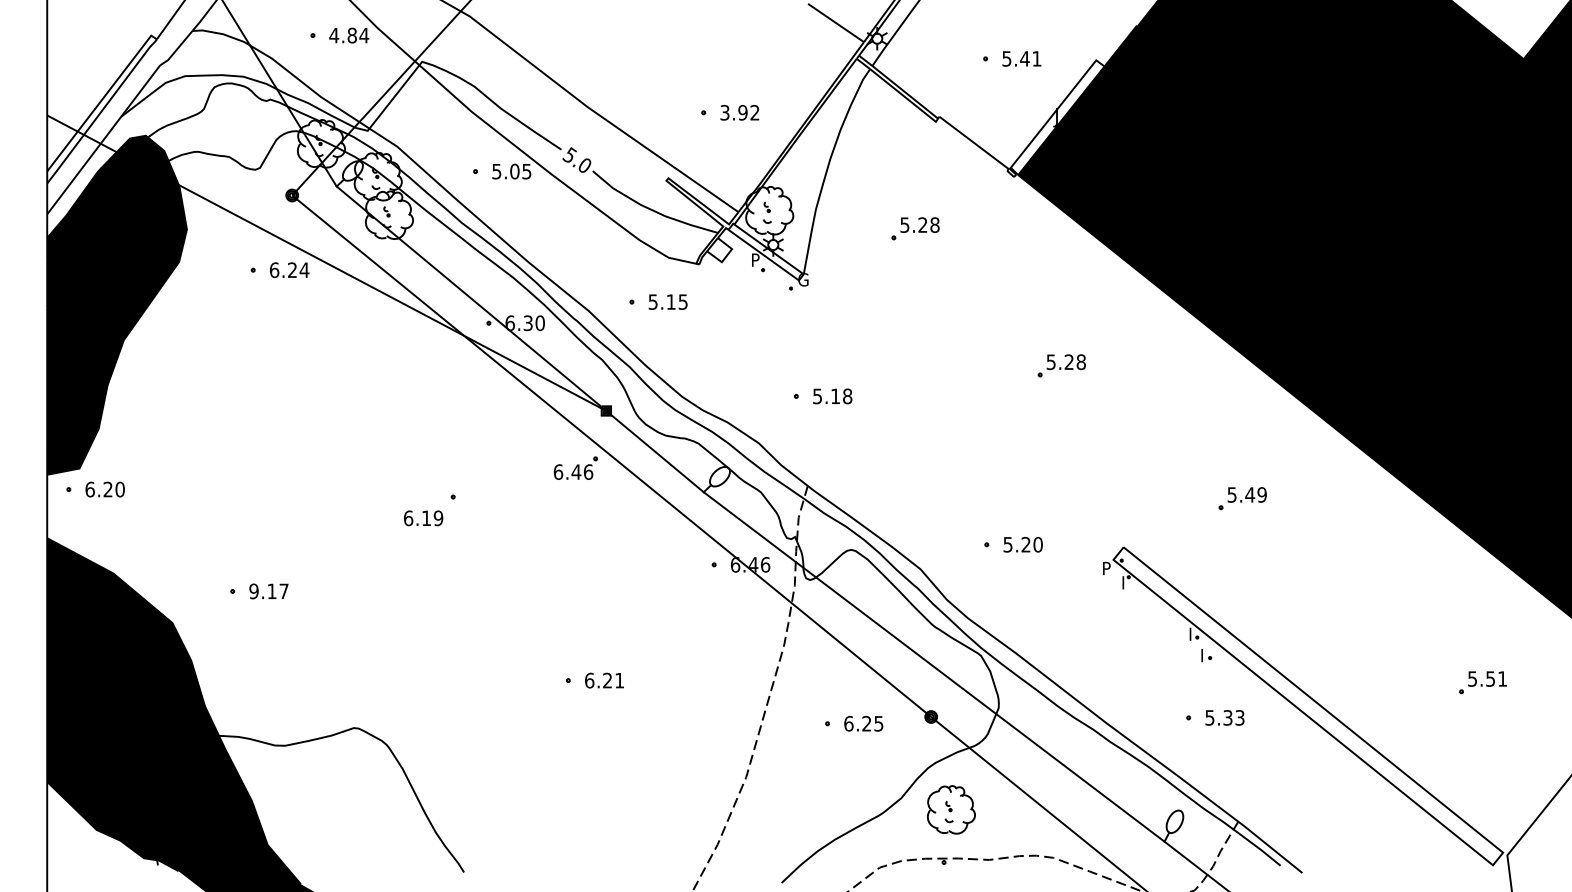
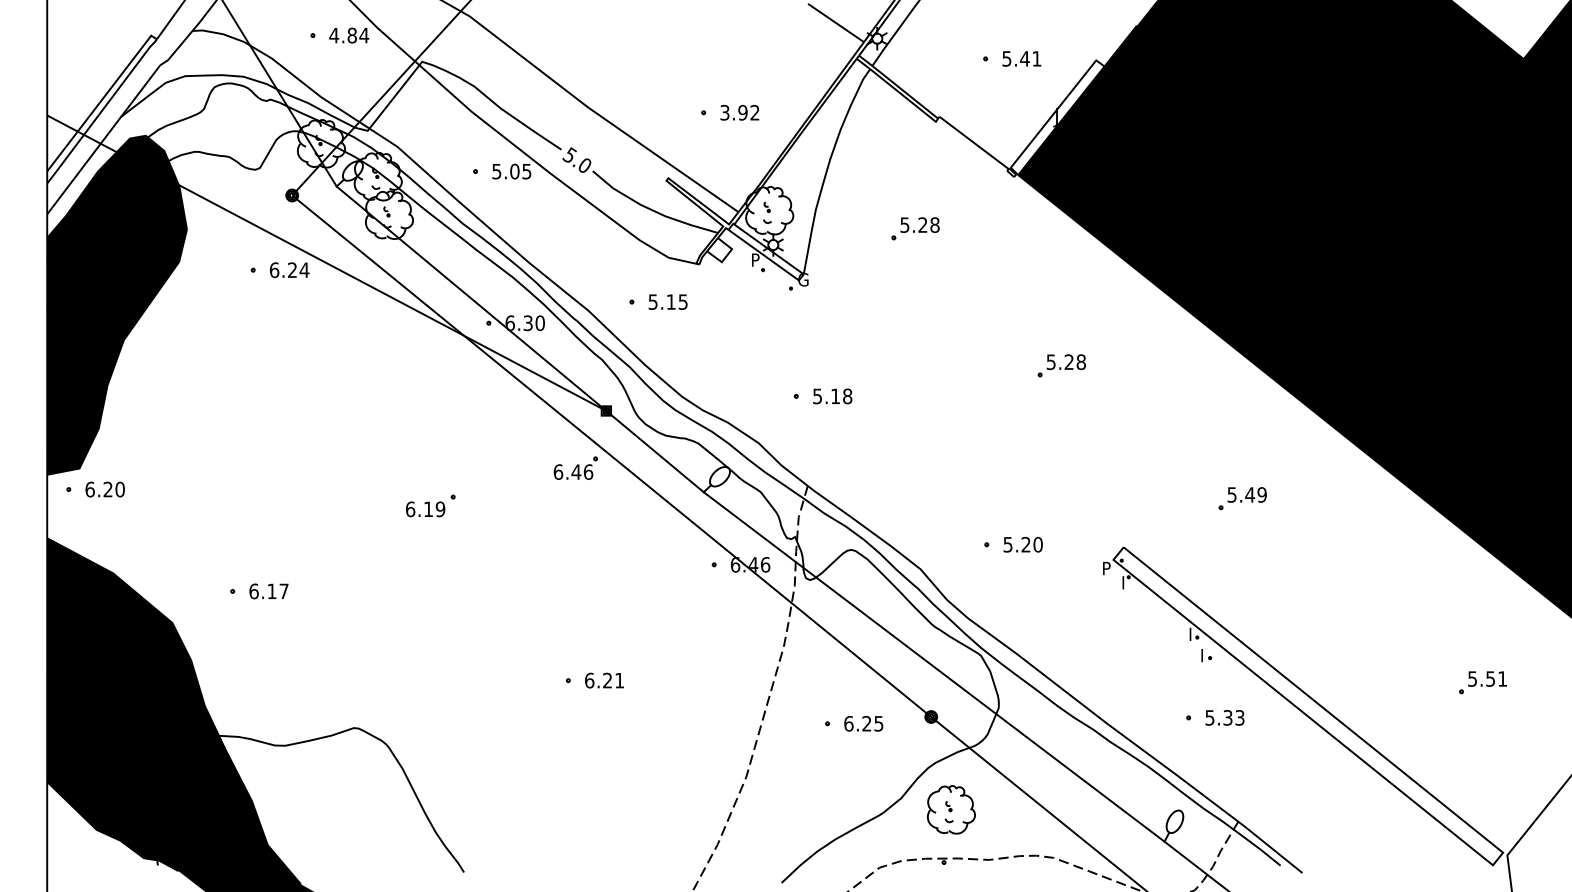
text at (423, 518) position: (423, 518) -> (425, 509)
text at (253, 591): 9.17 -> 6.17
